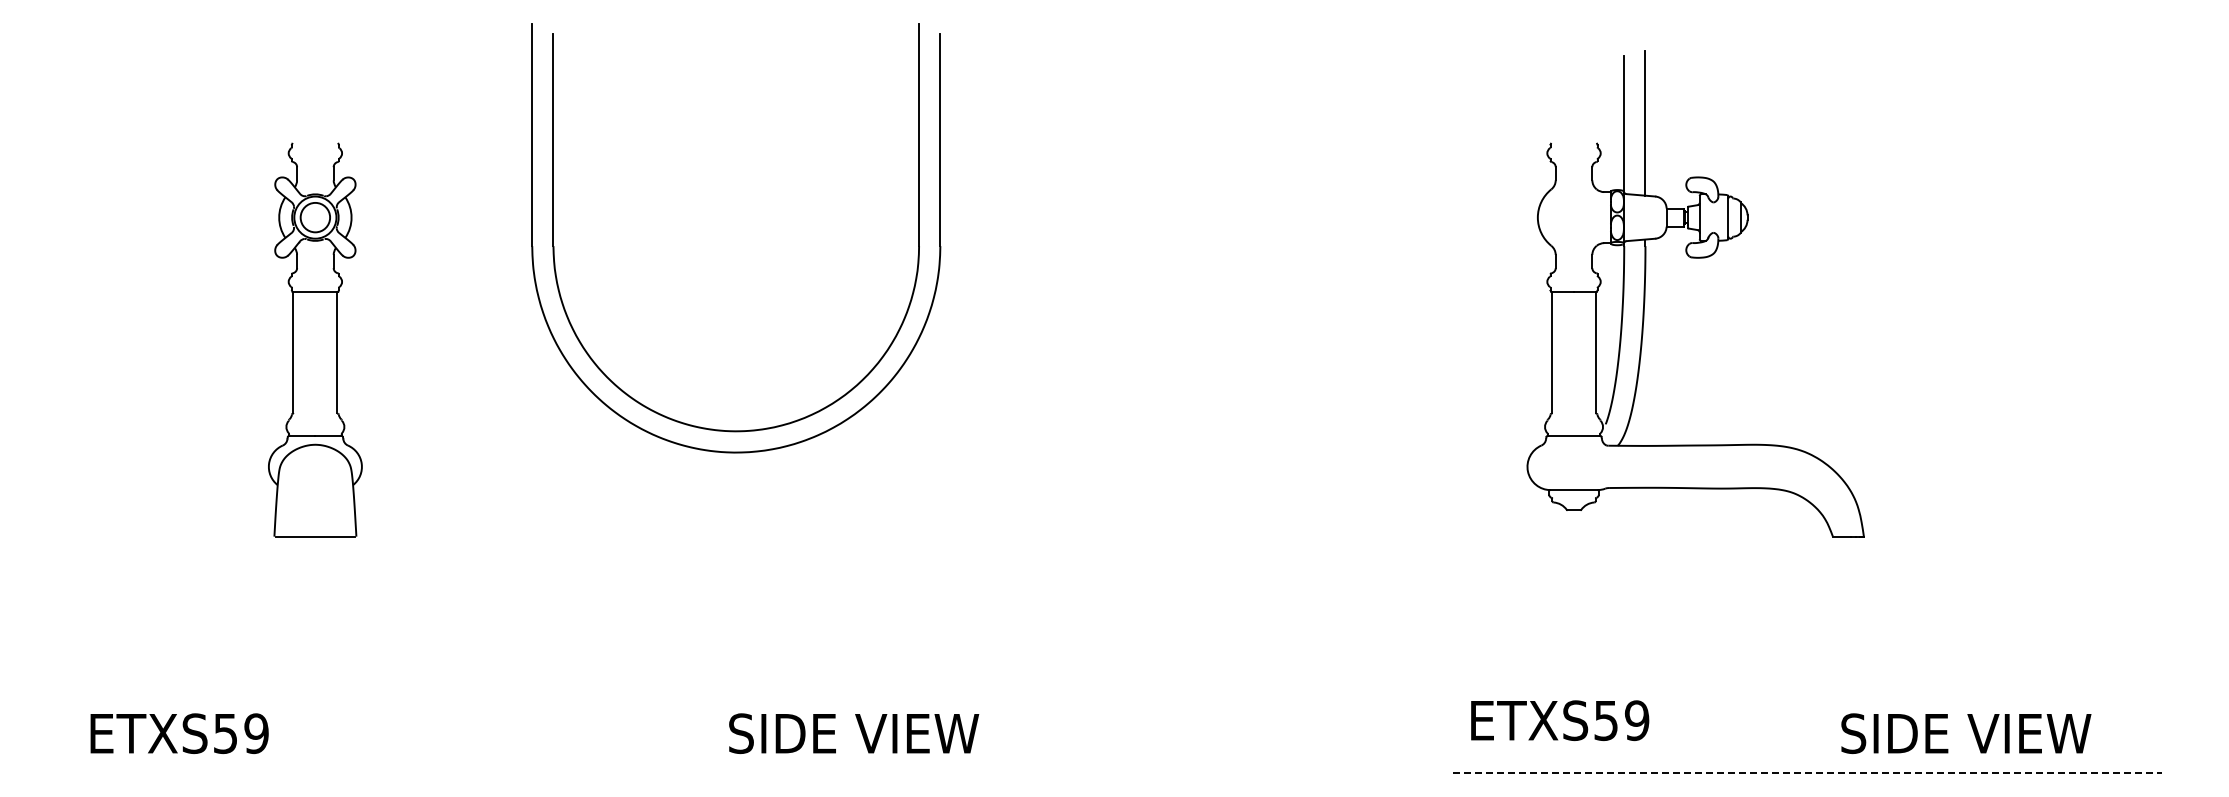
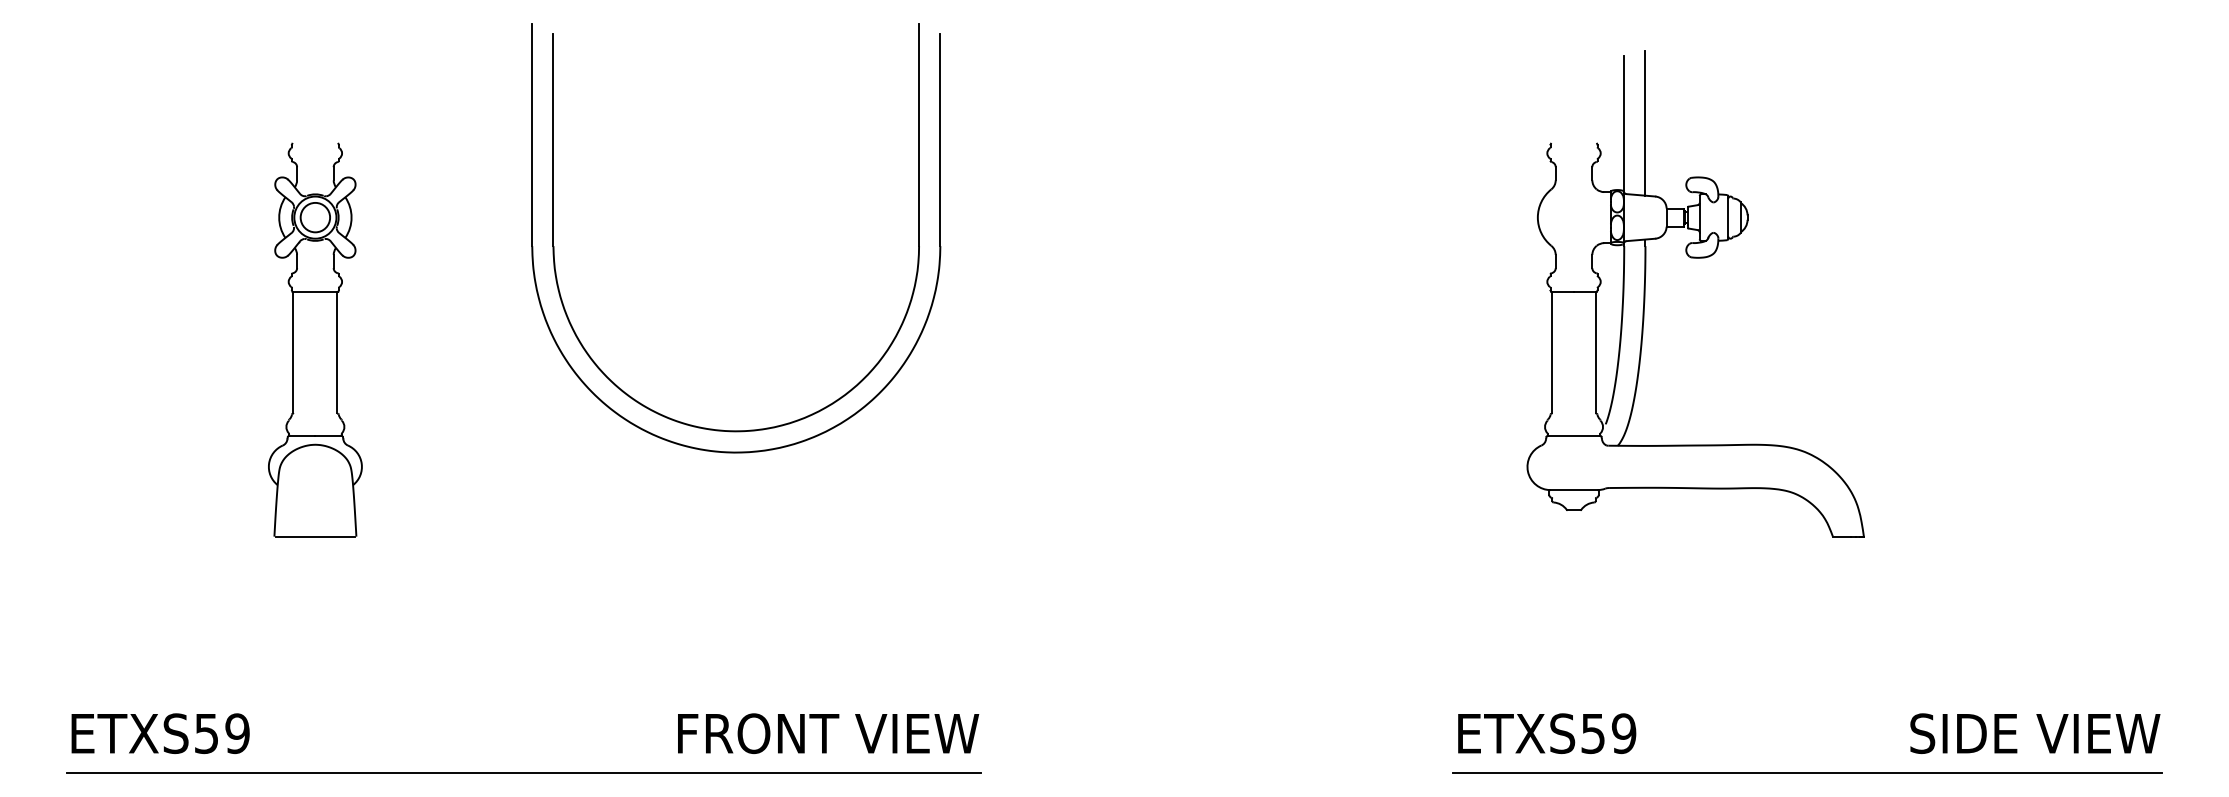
text at (1560, 720) position: (1560, 720) -> (1547, 733)
text at (179, 733) position: (179, 733) -> (160, 733)
text at (758, 733): SIDE VIEW -> FRONT VIEW
text at (1966, 733) position: (1966, 733) -> (2035, 733)
line at (523, 772): none -> present
line at (1808, 772): dashed -> solid
